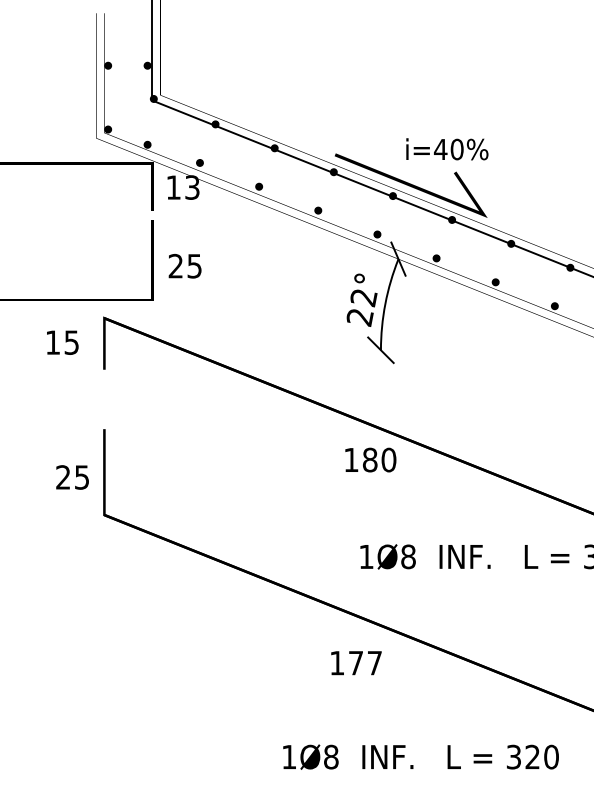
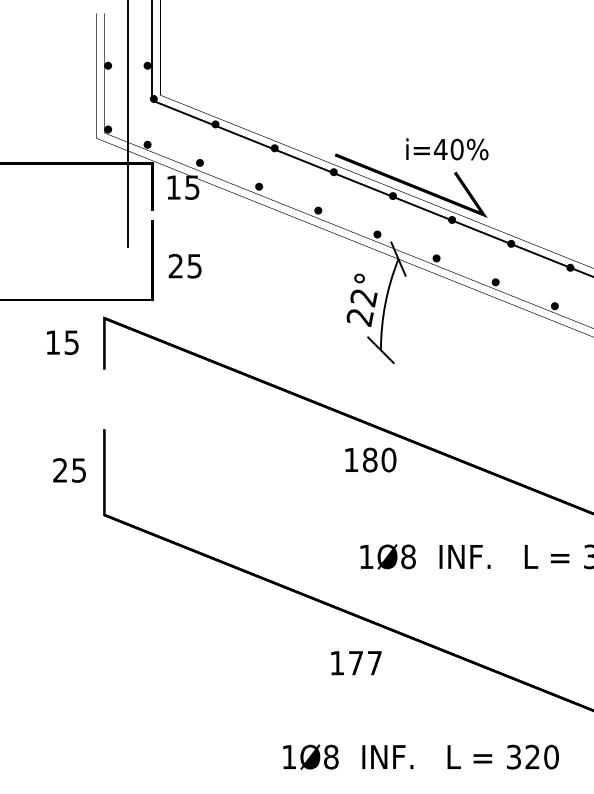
line at (128, 124): none -> present
text at (192, 187): 13 -> 15
text at (72, 477) position: (72, 477) -> (69, 470)
